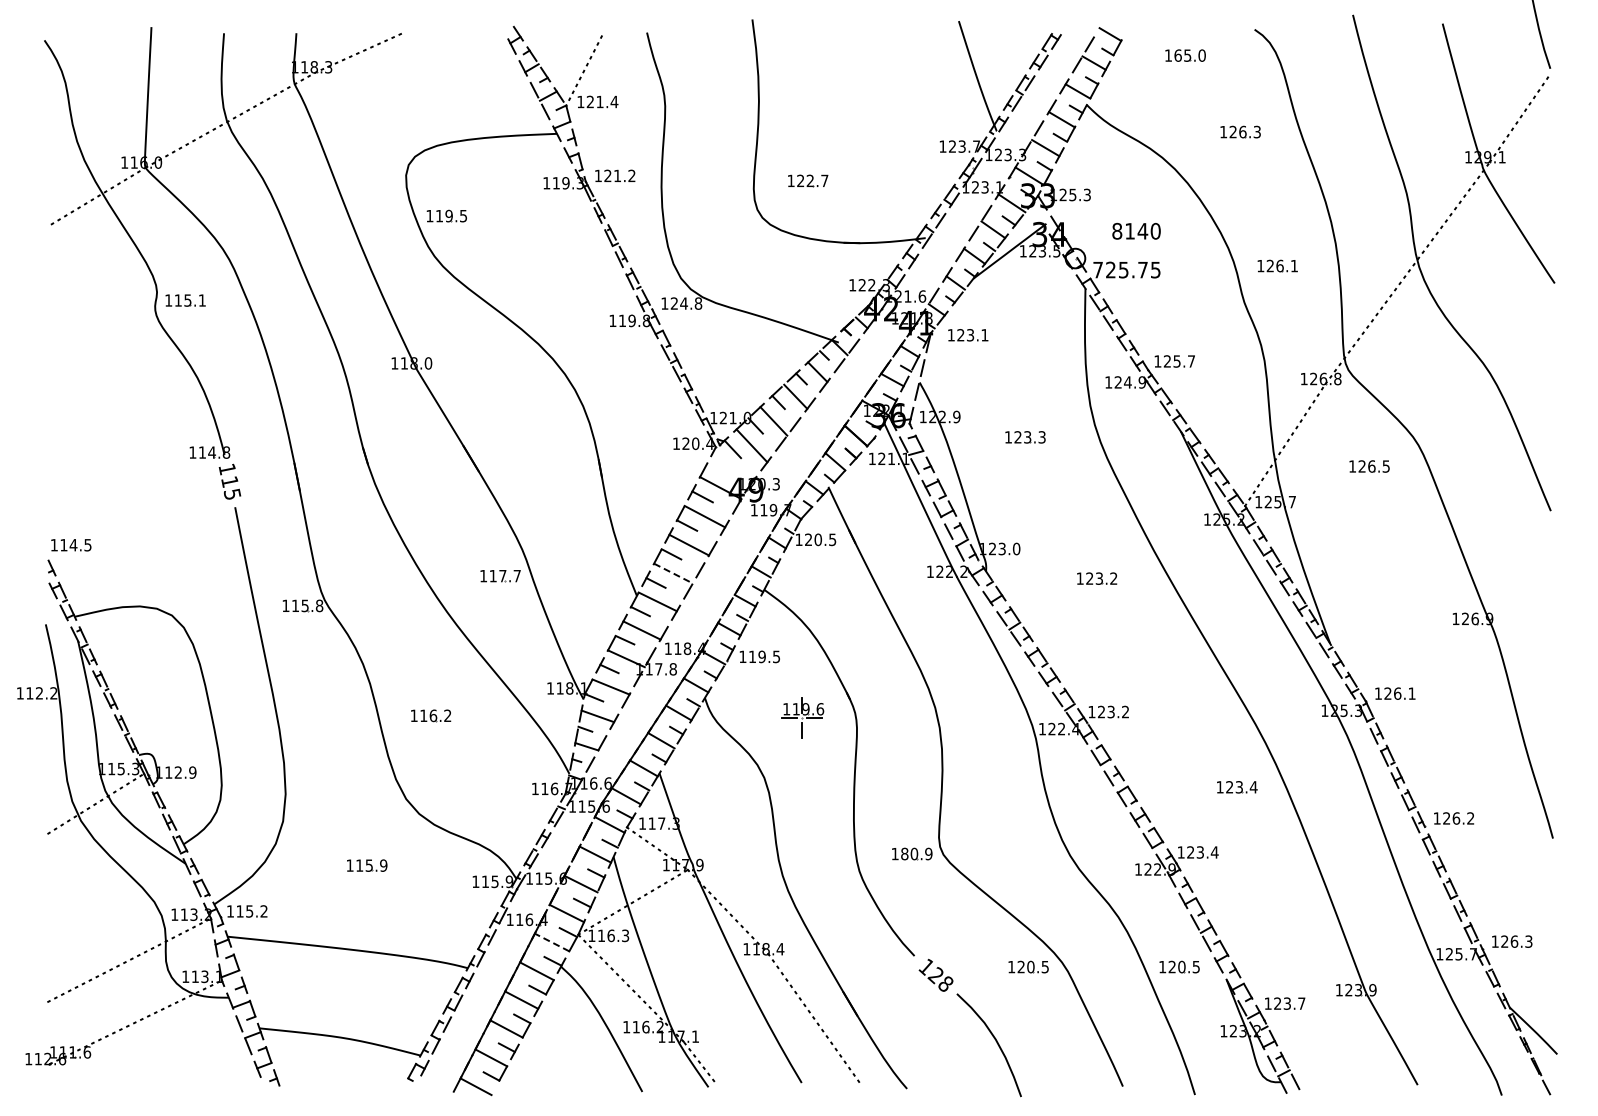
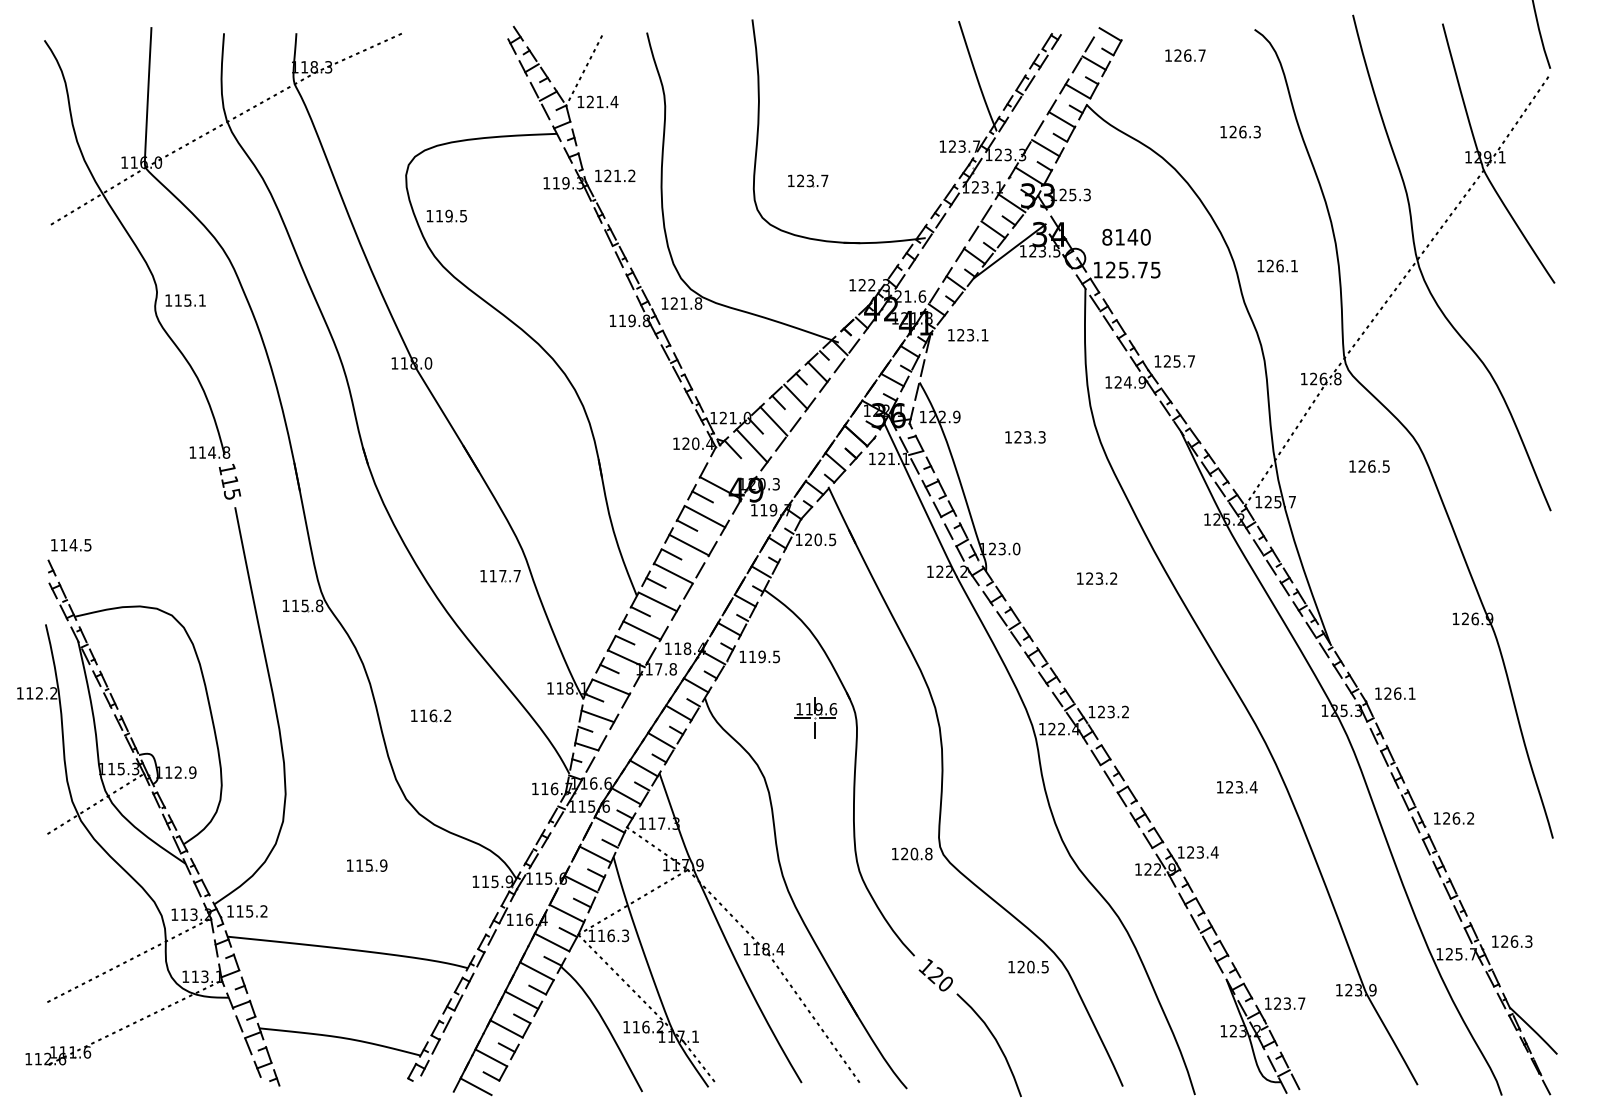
text at (1189, 55): 165.0 -> 126.7
text at (809, 181): 122.7 -> 123.7
text at (1136, 230) position: (1136, 230) -> (1126, 236)
text at (1097, 270): 725.75 -> 125.75
text at (683, 303): 124.8 -> 121.8
line at (673, 573): dashed -> solid
part at (802, 717) position: (802, 717) -> (815, 717)
text at (916, 853): 180.9 -> 120.8
line at (551, 942): dashed -> solid
part at (1179, 966): present -> none
text at (945, 983): 128 -> 120
